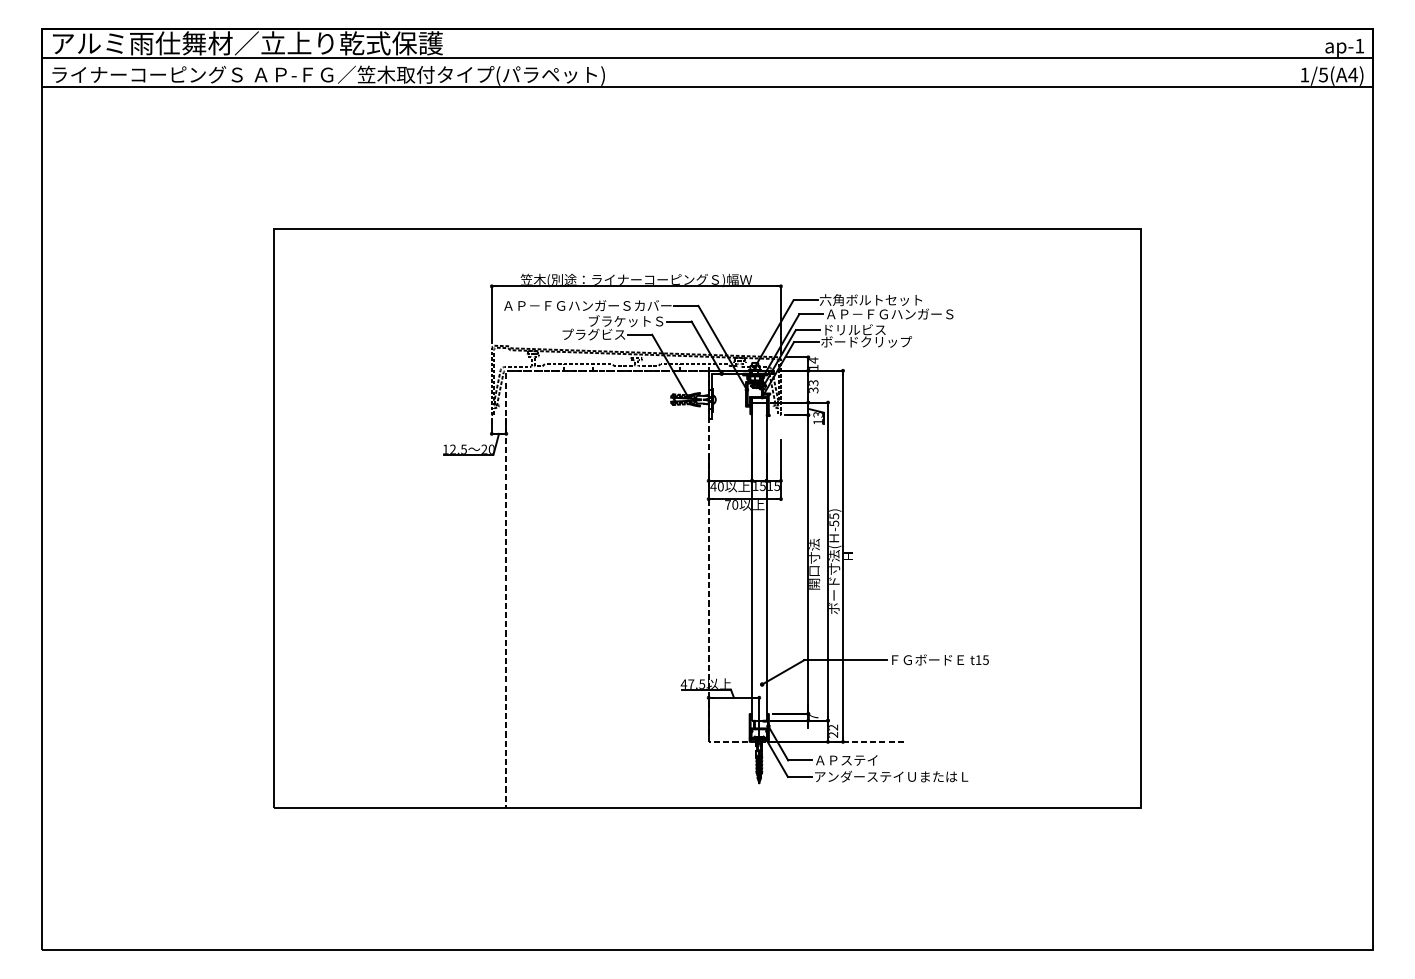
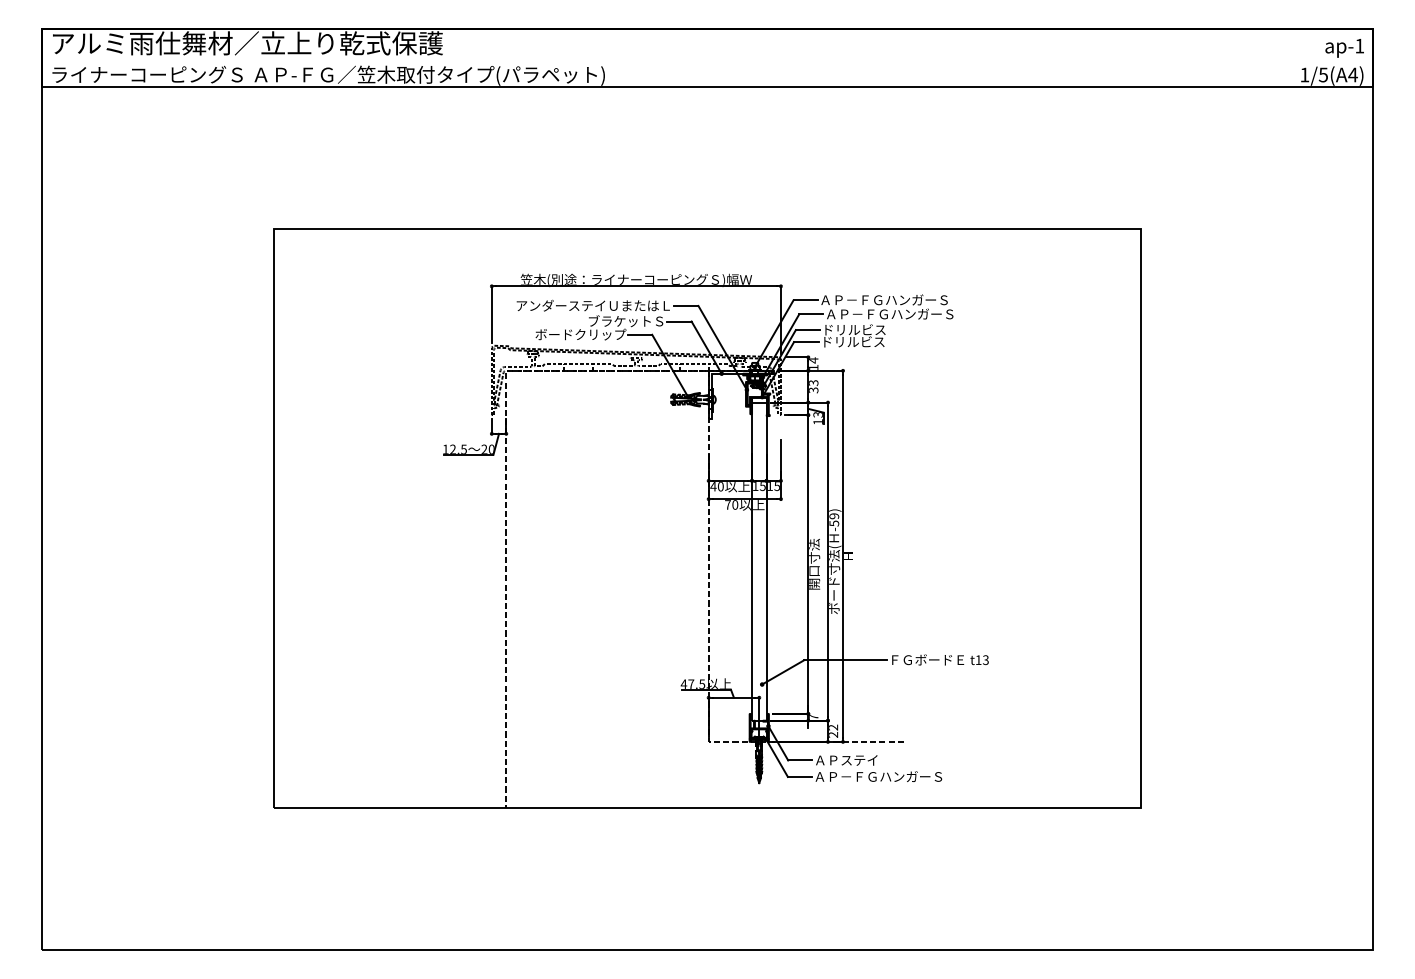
line at (707, 58): present -> none
text at (883, 300): 六角ボルトセット -> ＡＰ－ＦＧハンガーＳ
text at (587, 305): ＡＰ－ＦＧハンガーＳカバー -> アンダーステイＵまたはＬ
text at (580, 334): プラグビス -> ボードクリップ
text at (866, 341): ボードクリップ -> ドリルビス
text at (833, 516): -55) -> -59)
text at (985, 659): t15 -> t13
text at (891, 776): アンダーステイＵまたはＬ -> ＡＰ－ＦＧハンガーＳ
